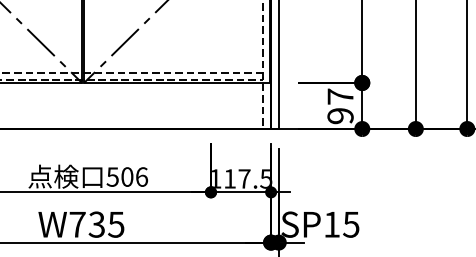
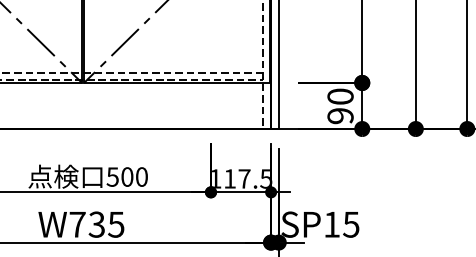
text at (340, 96): 97 -> 90
text at (142, 176): 506 -> 500
